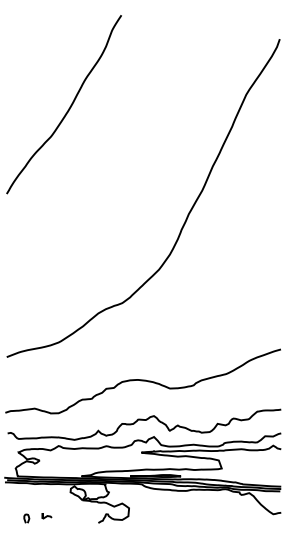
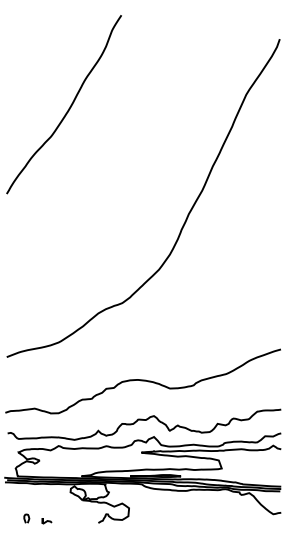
curve at (46, 516) position: (46, 516) -> (46, 521)
